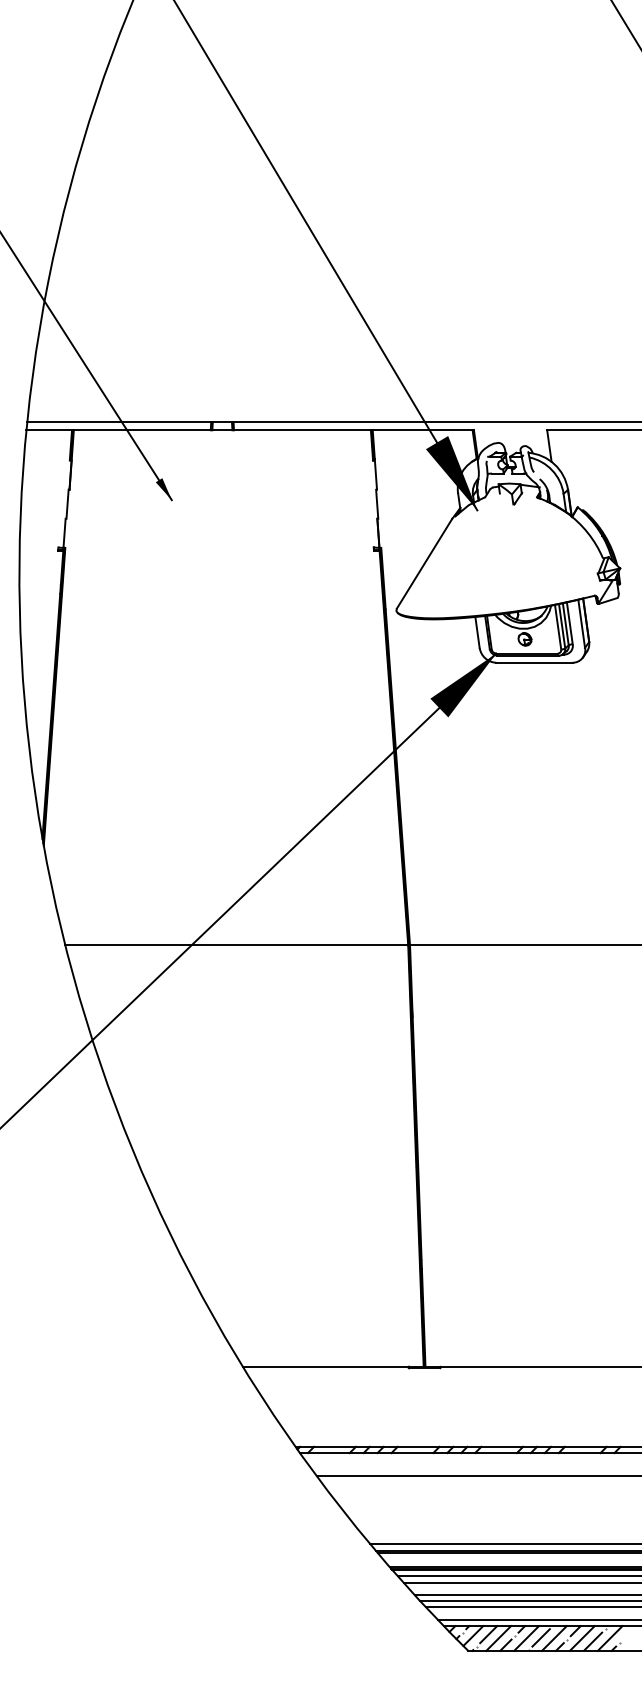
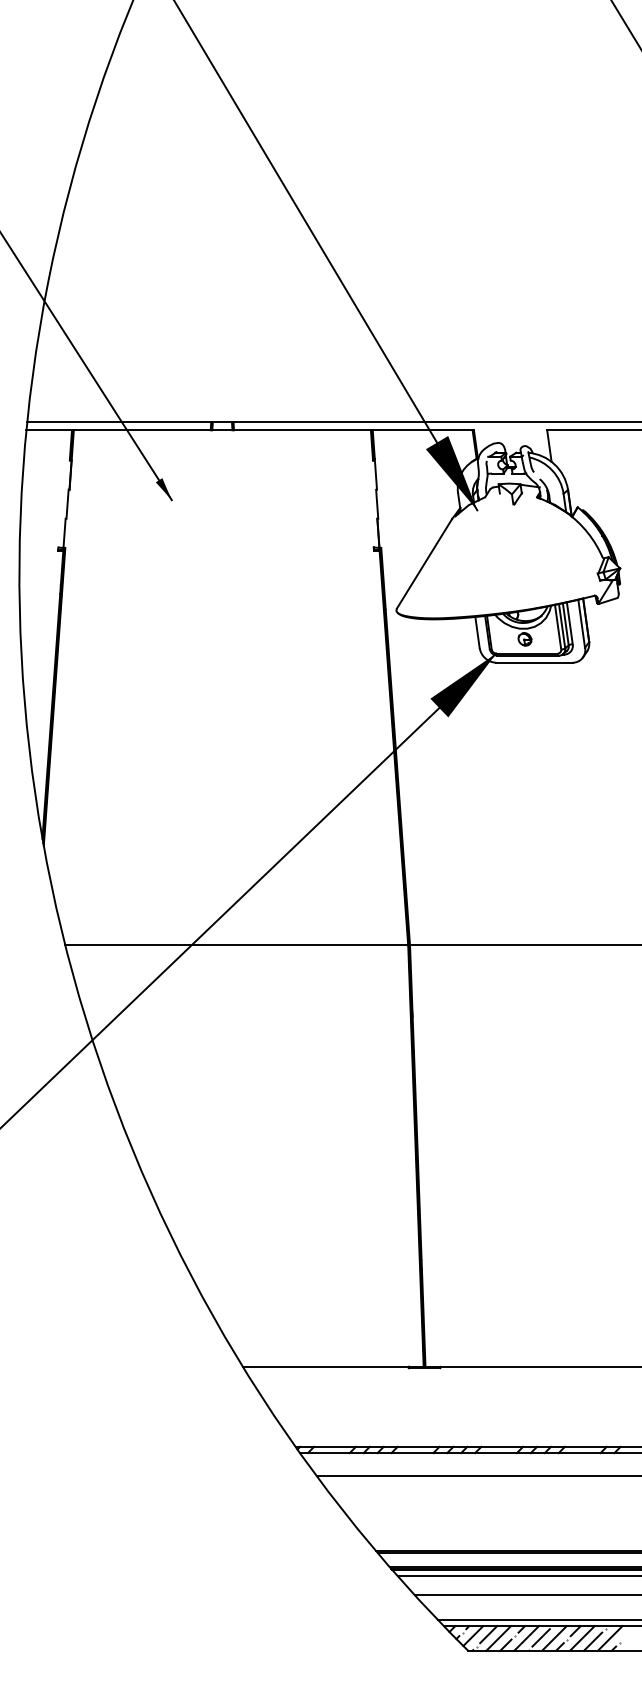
line at (503, 1543): present -> none
line at (520, 1582): present -> none
line at (529, 1601): present -> none
line at (532, 1607): present -> none
